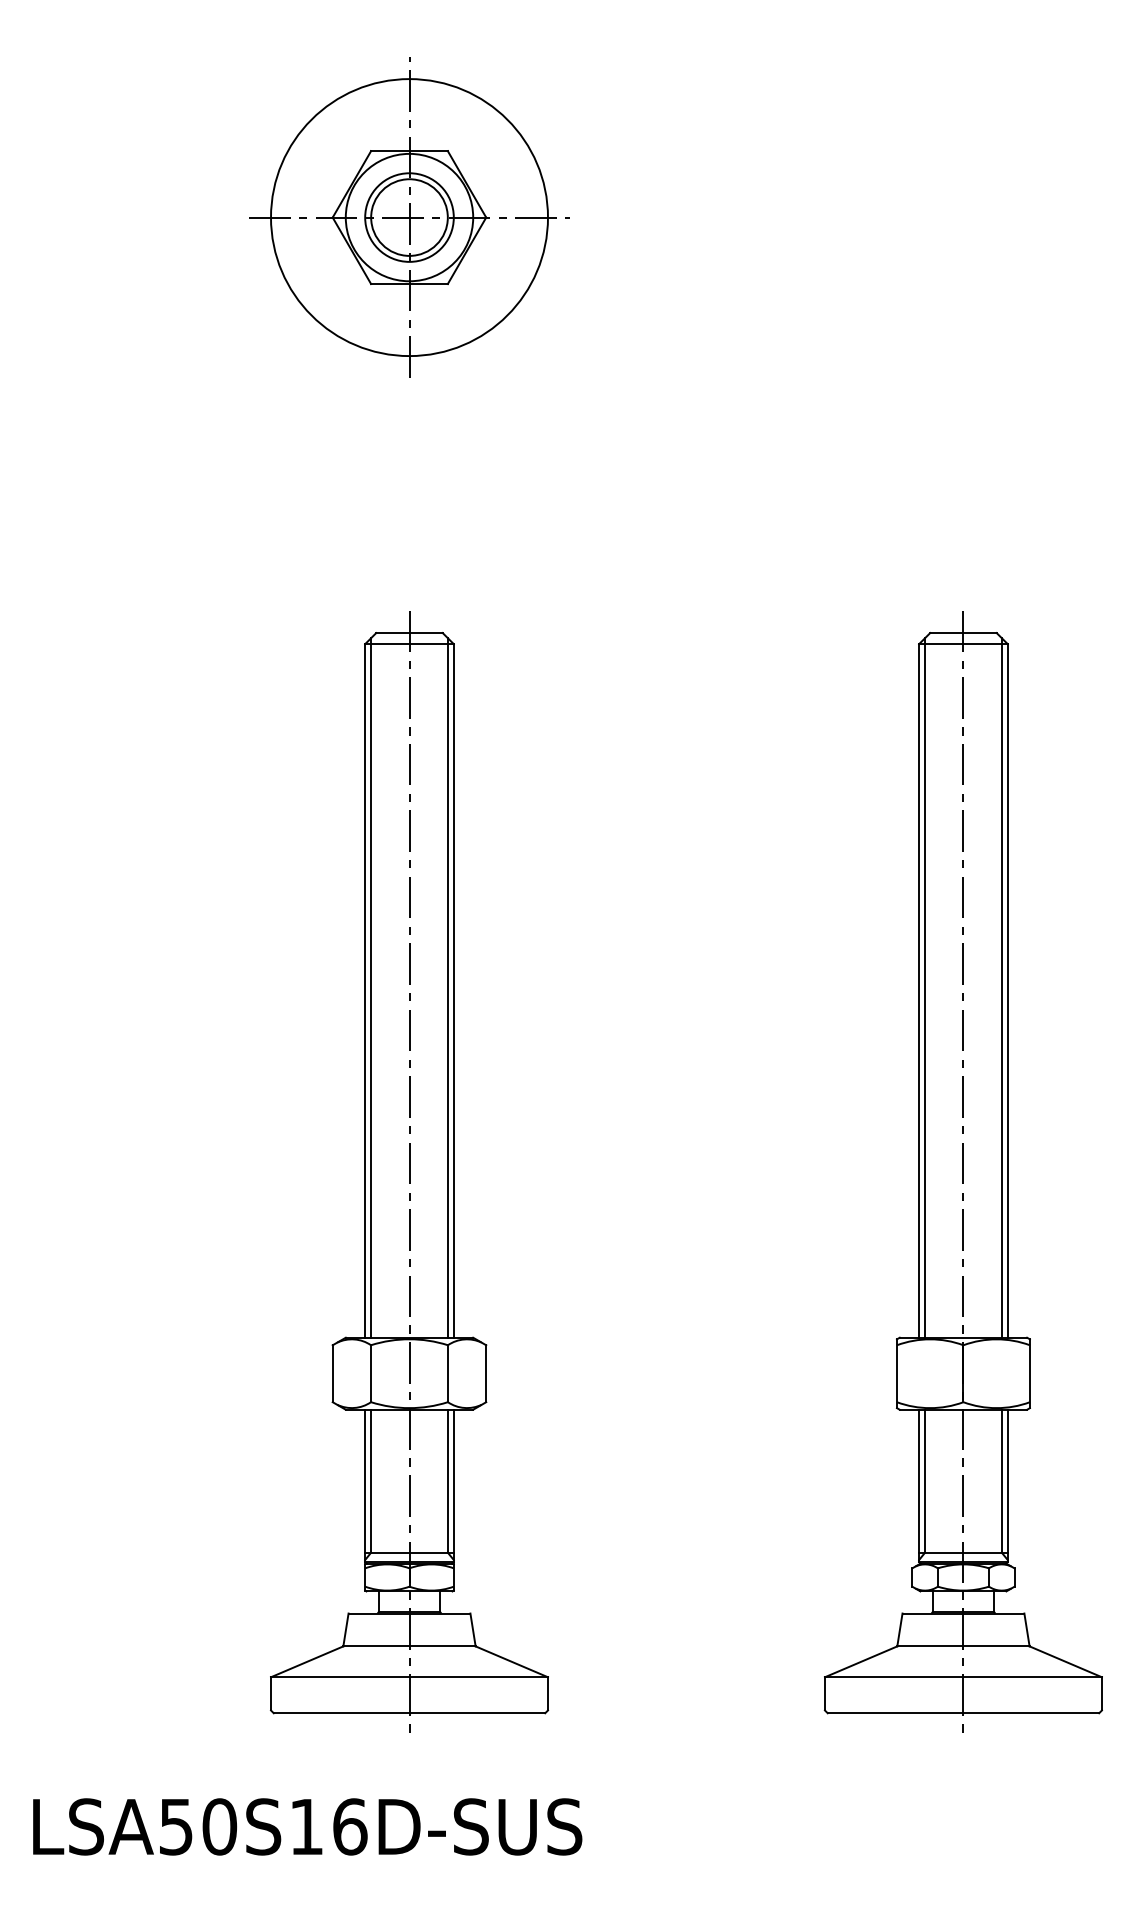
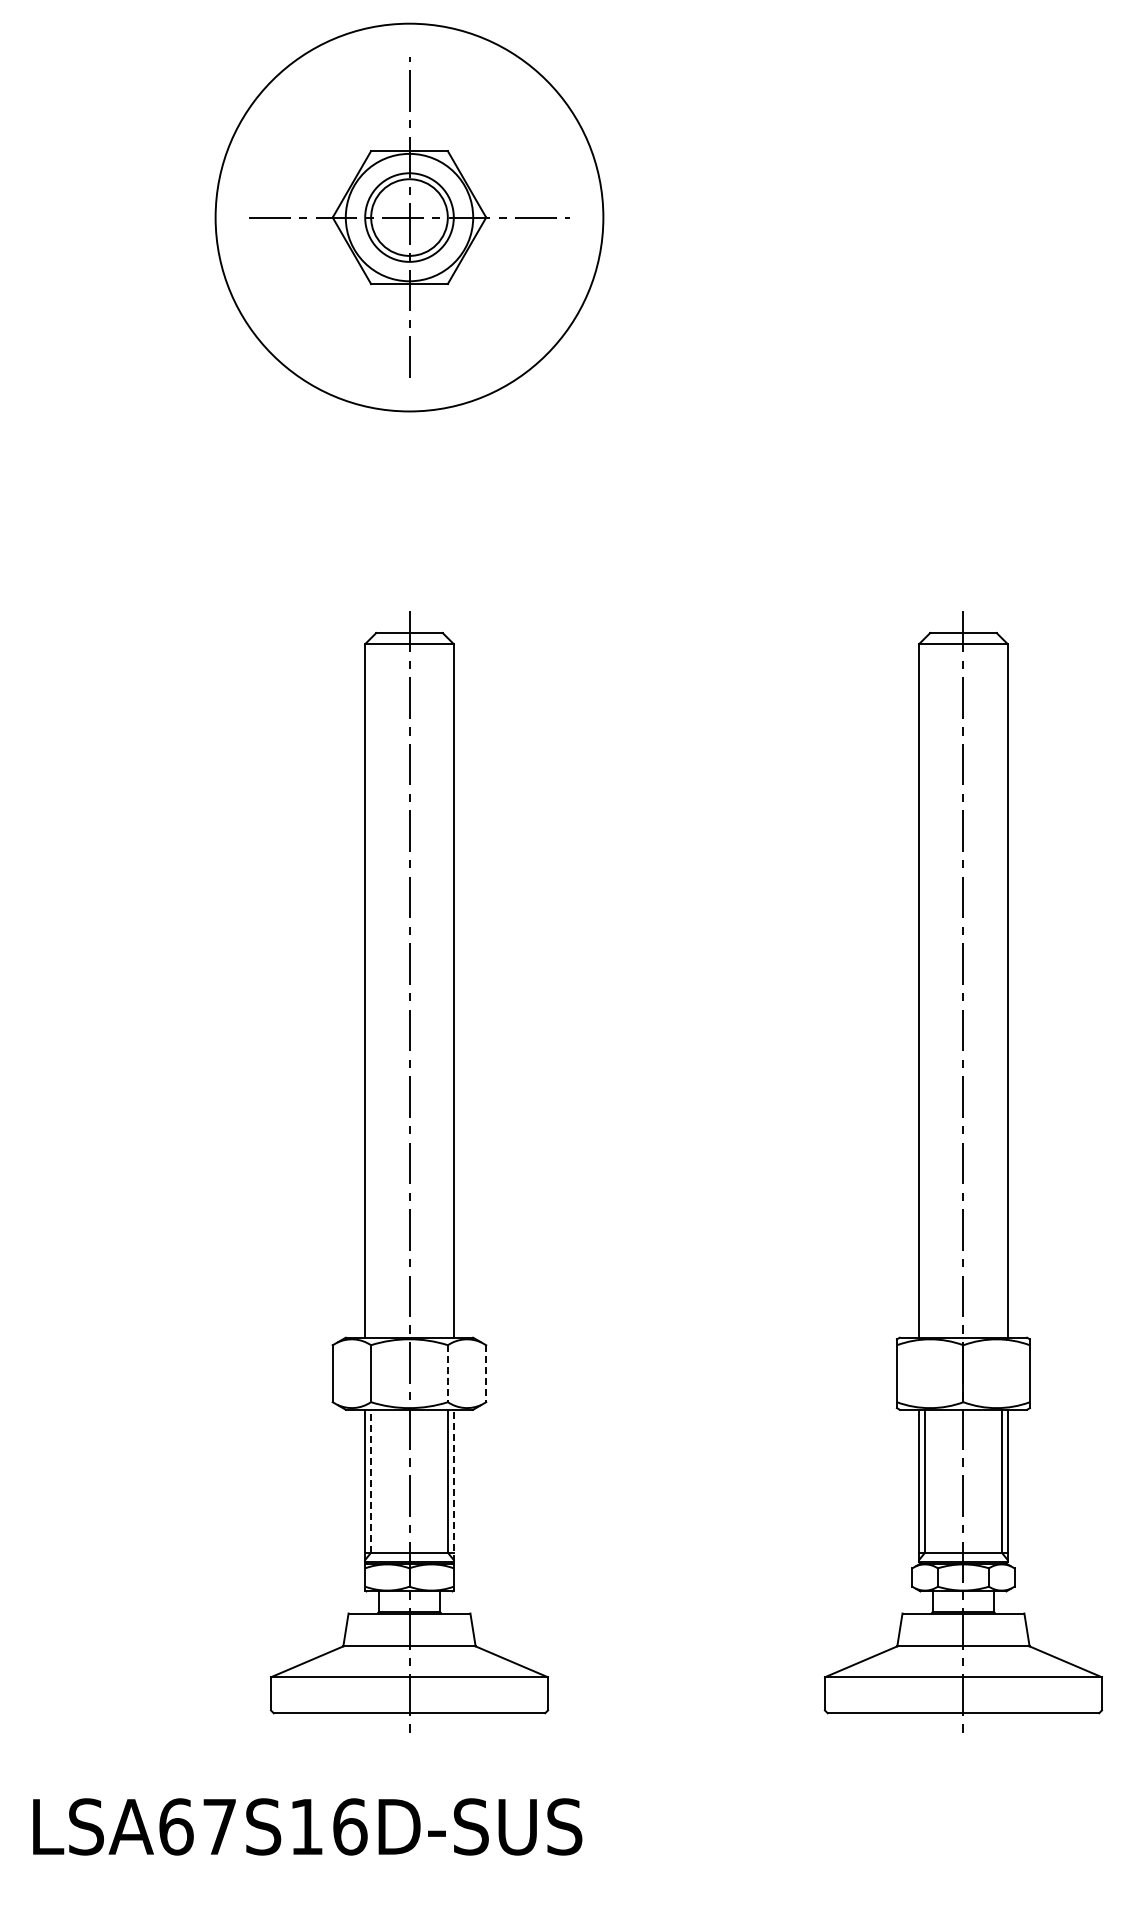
circle at (409, 217) diameter: 277 px -> 388 px
line at (371, 987): present -> none
line at (447, 987): present -> none
line at (925, 987): present -> none
line at (1001, 987): present -> none
line at (447, 1374): solid -> dashed
line at (486, 1374): solid -> dashed
line at (371, 1480): solid -> dashed
line at (453, 1485): solid -> dashed
text at (198, 1826): LSA50S16D-SUS -> LSA67S16D-SUS
